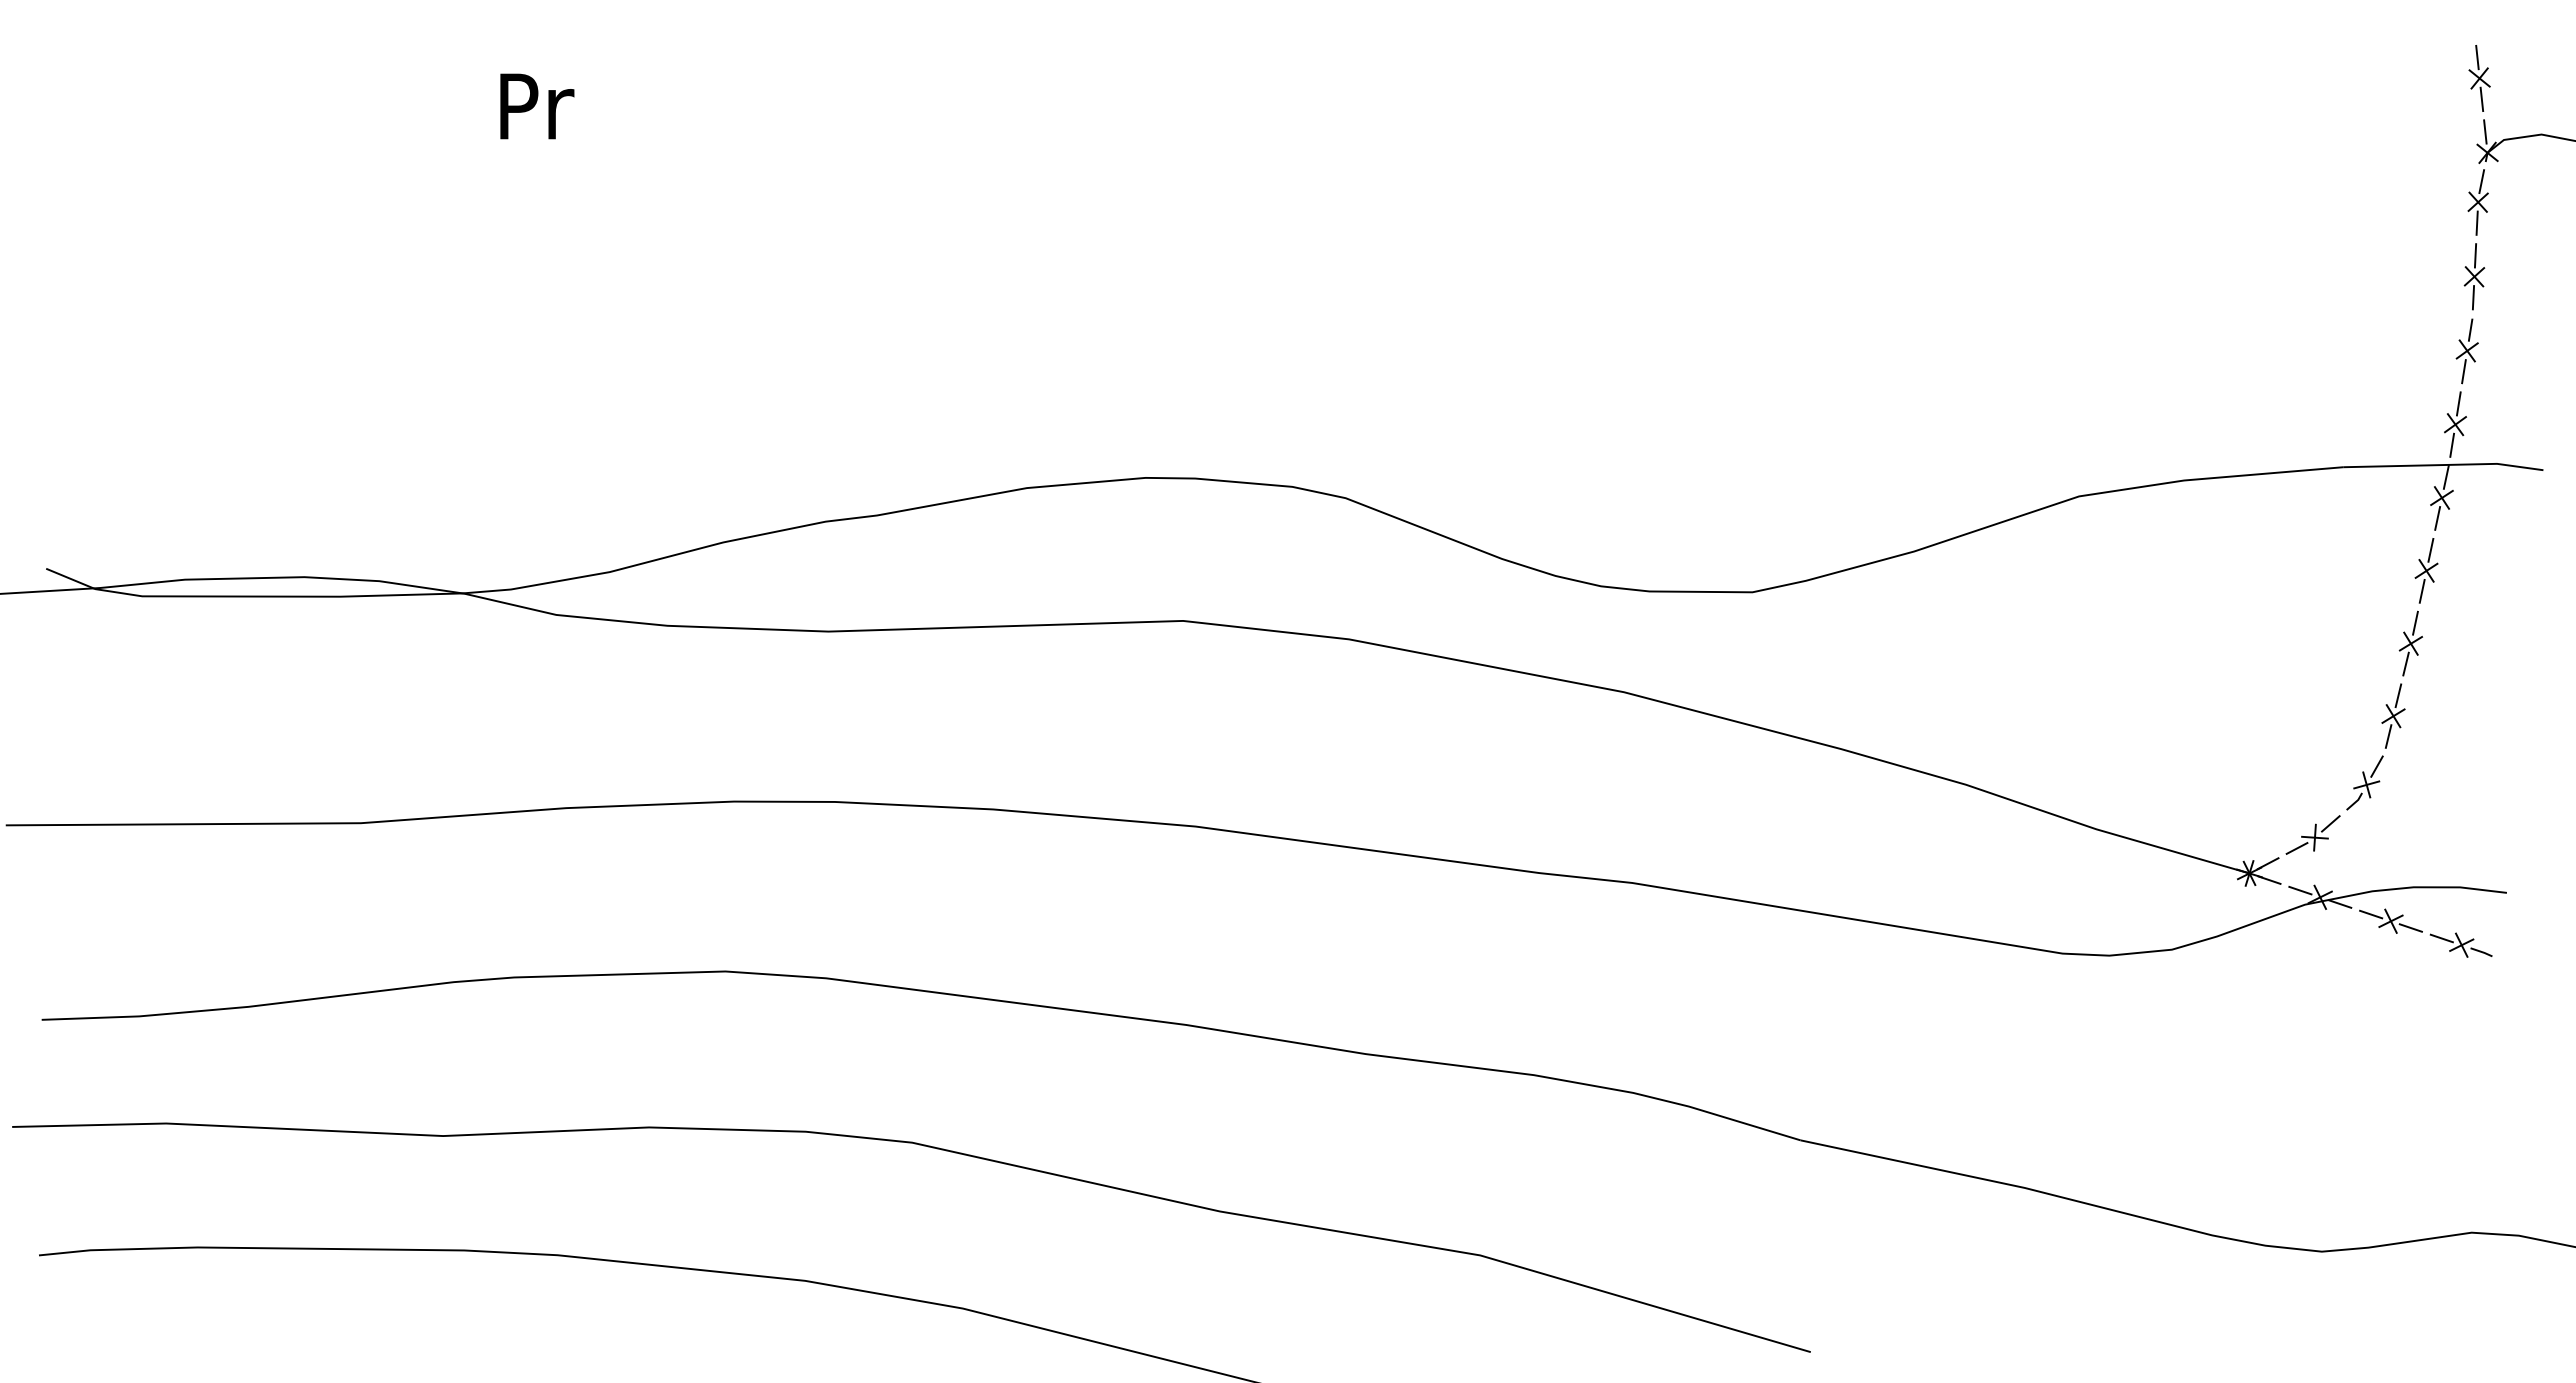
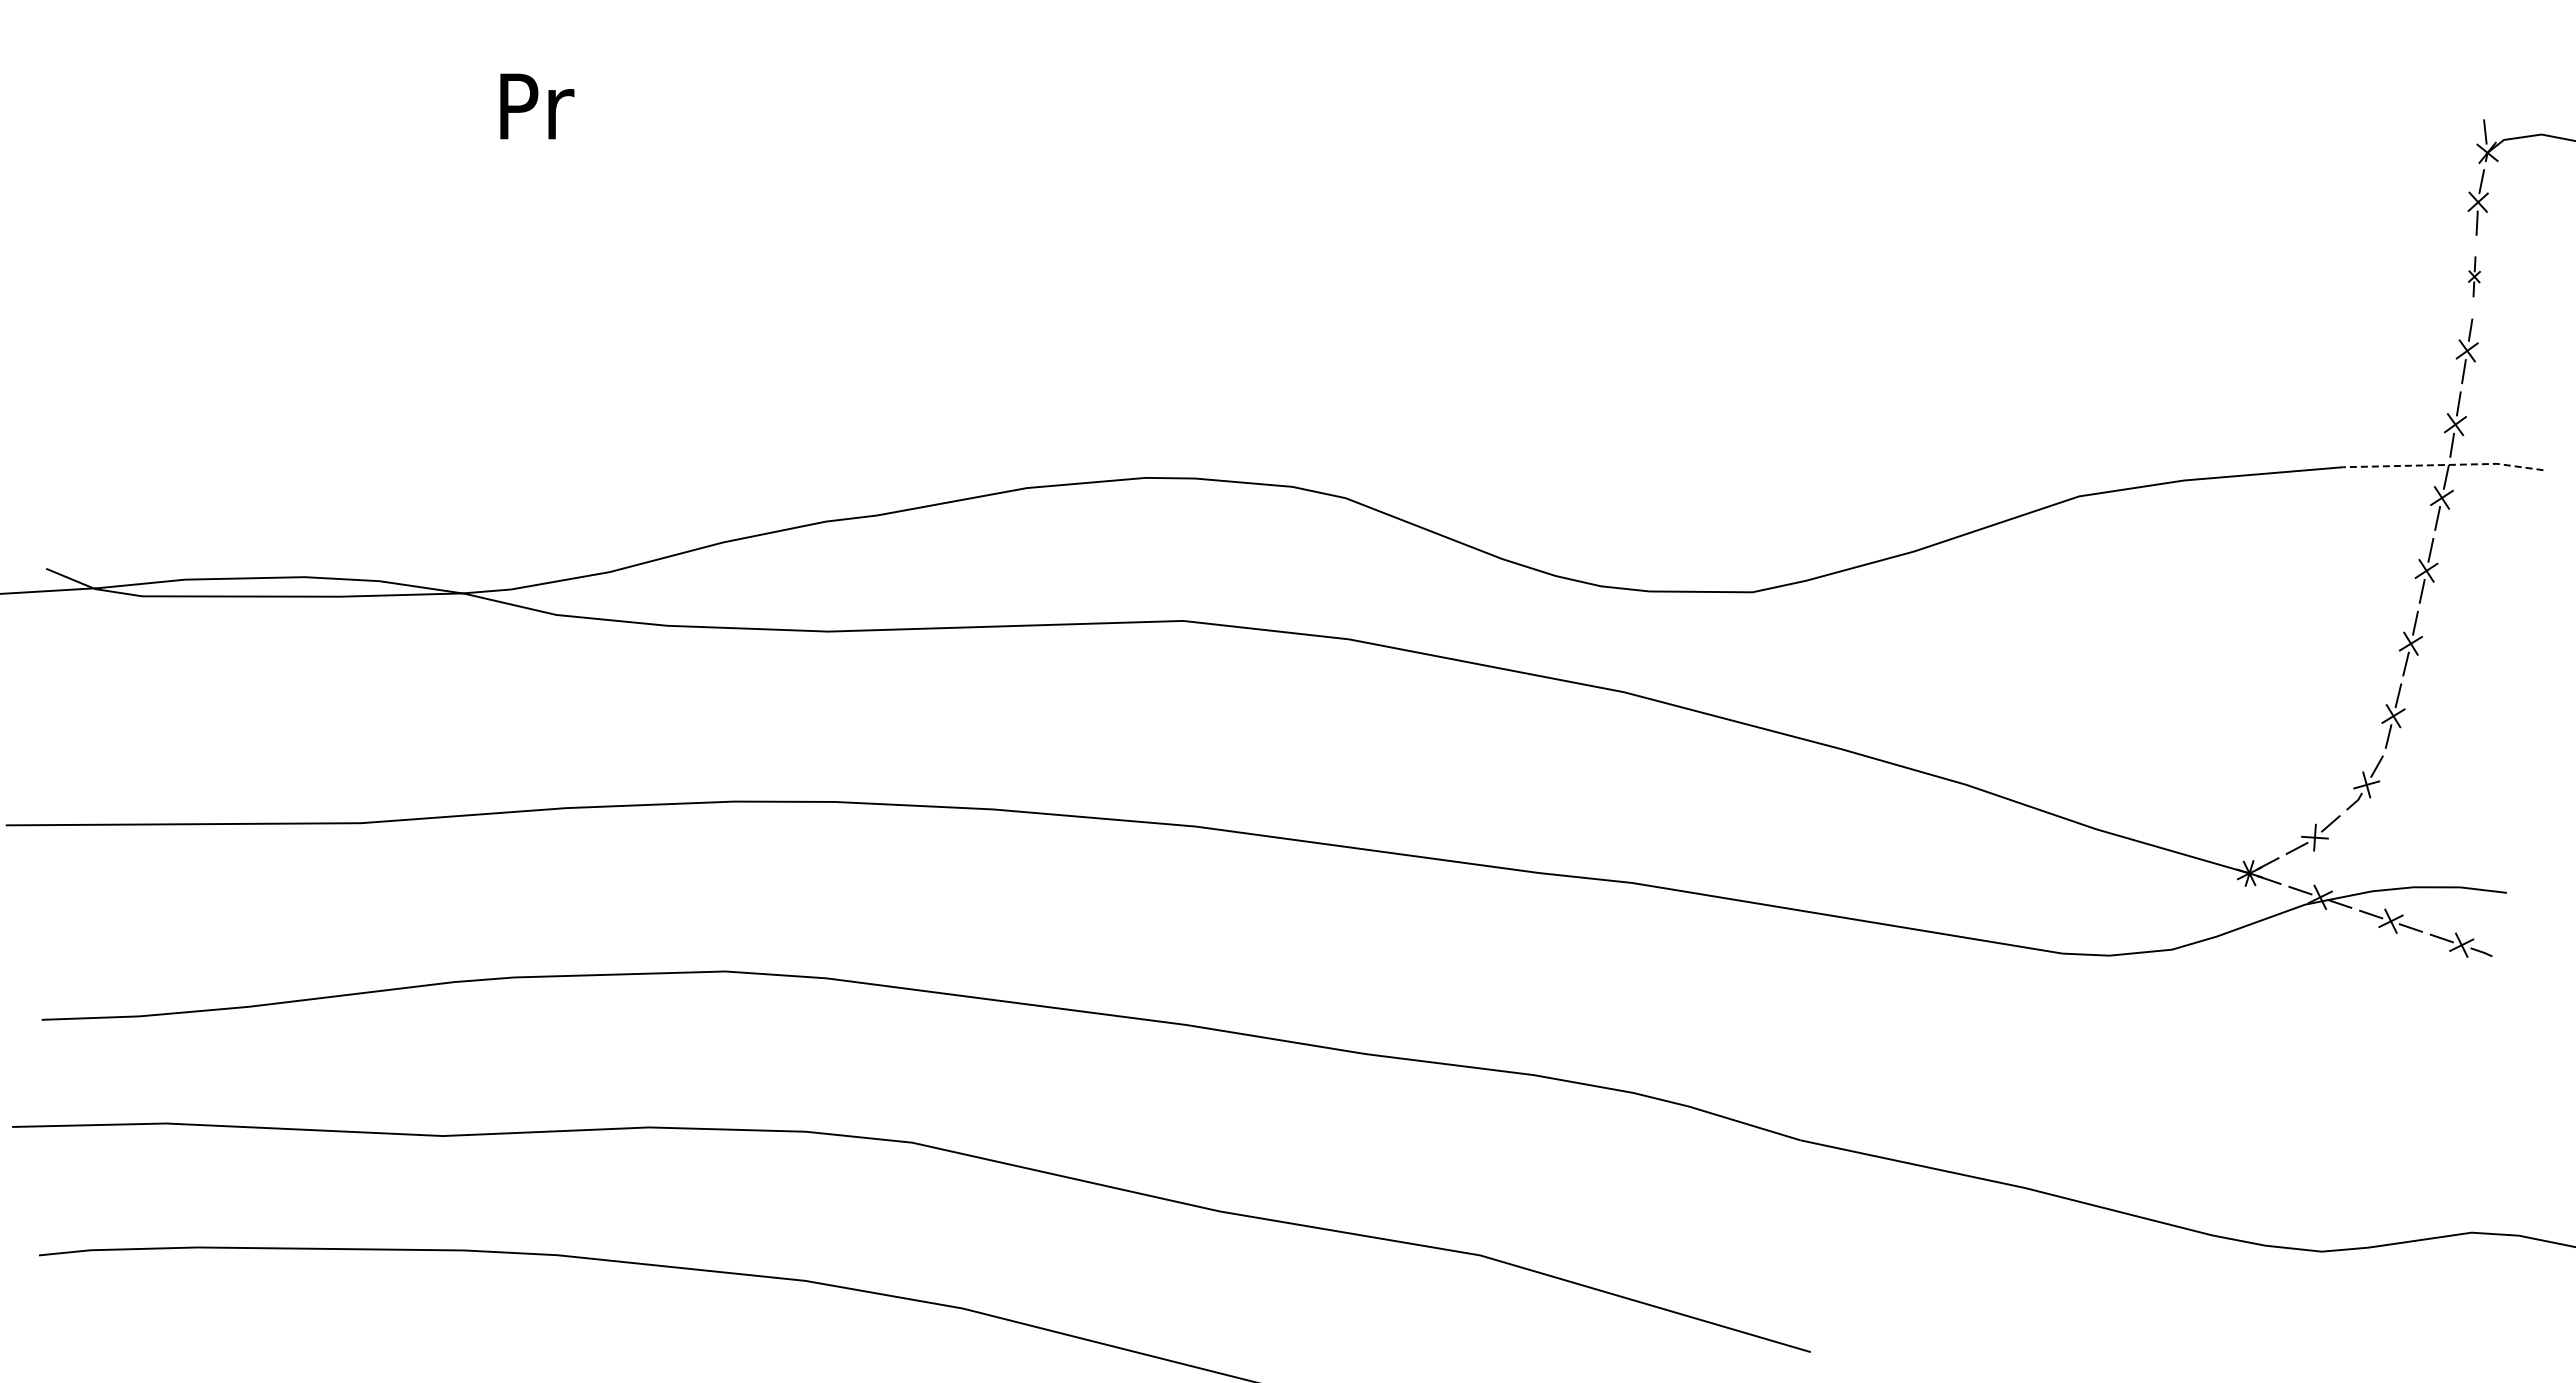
part at (2479, 78): present -> none
part at (2474, 276) size: 23x68 px -> 13x42 px
line at (2444, 465): solid -> dashed
